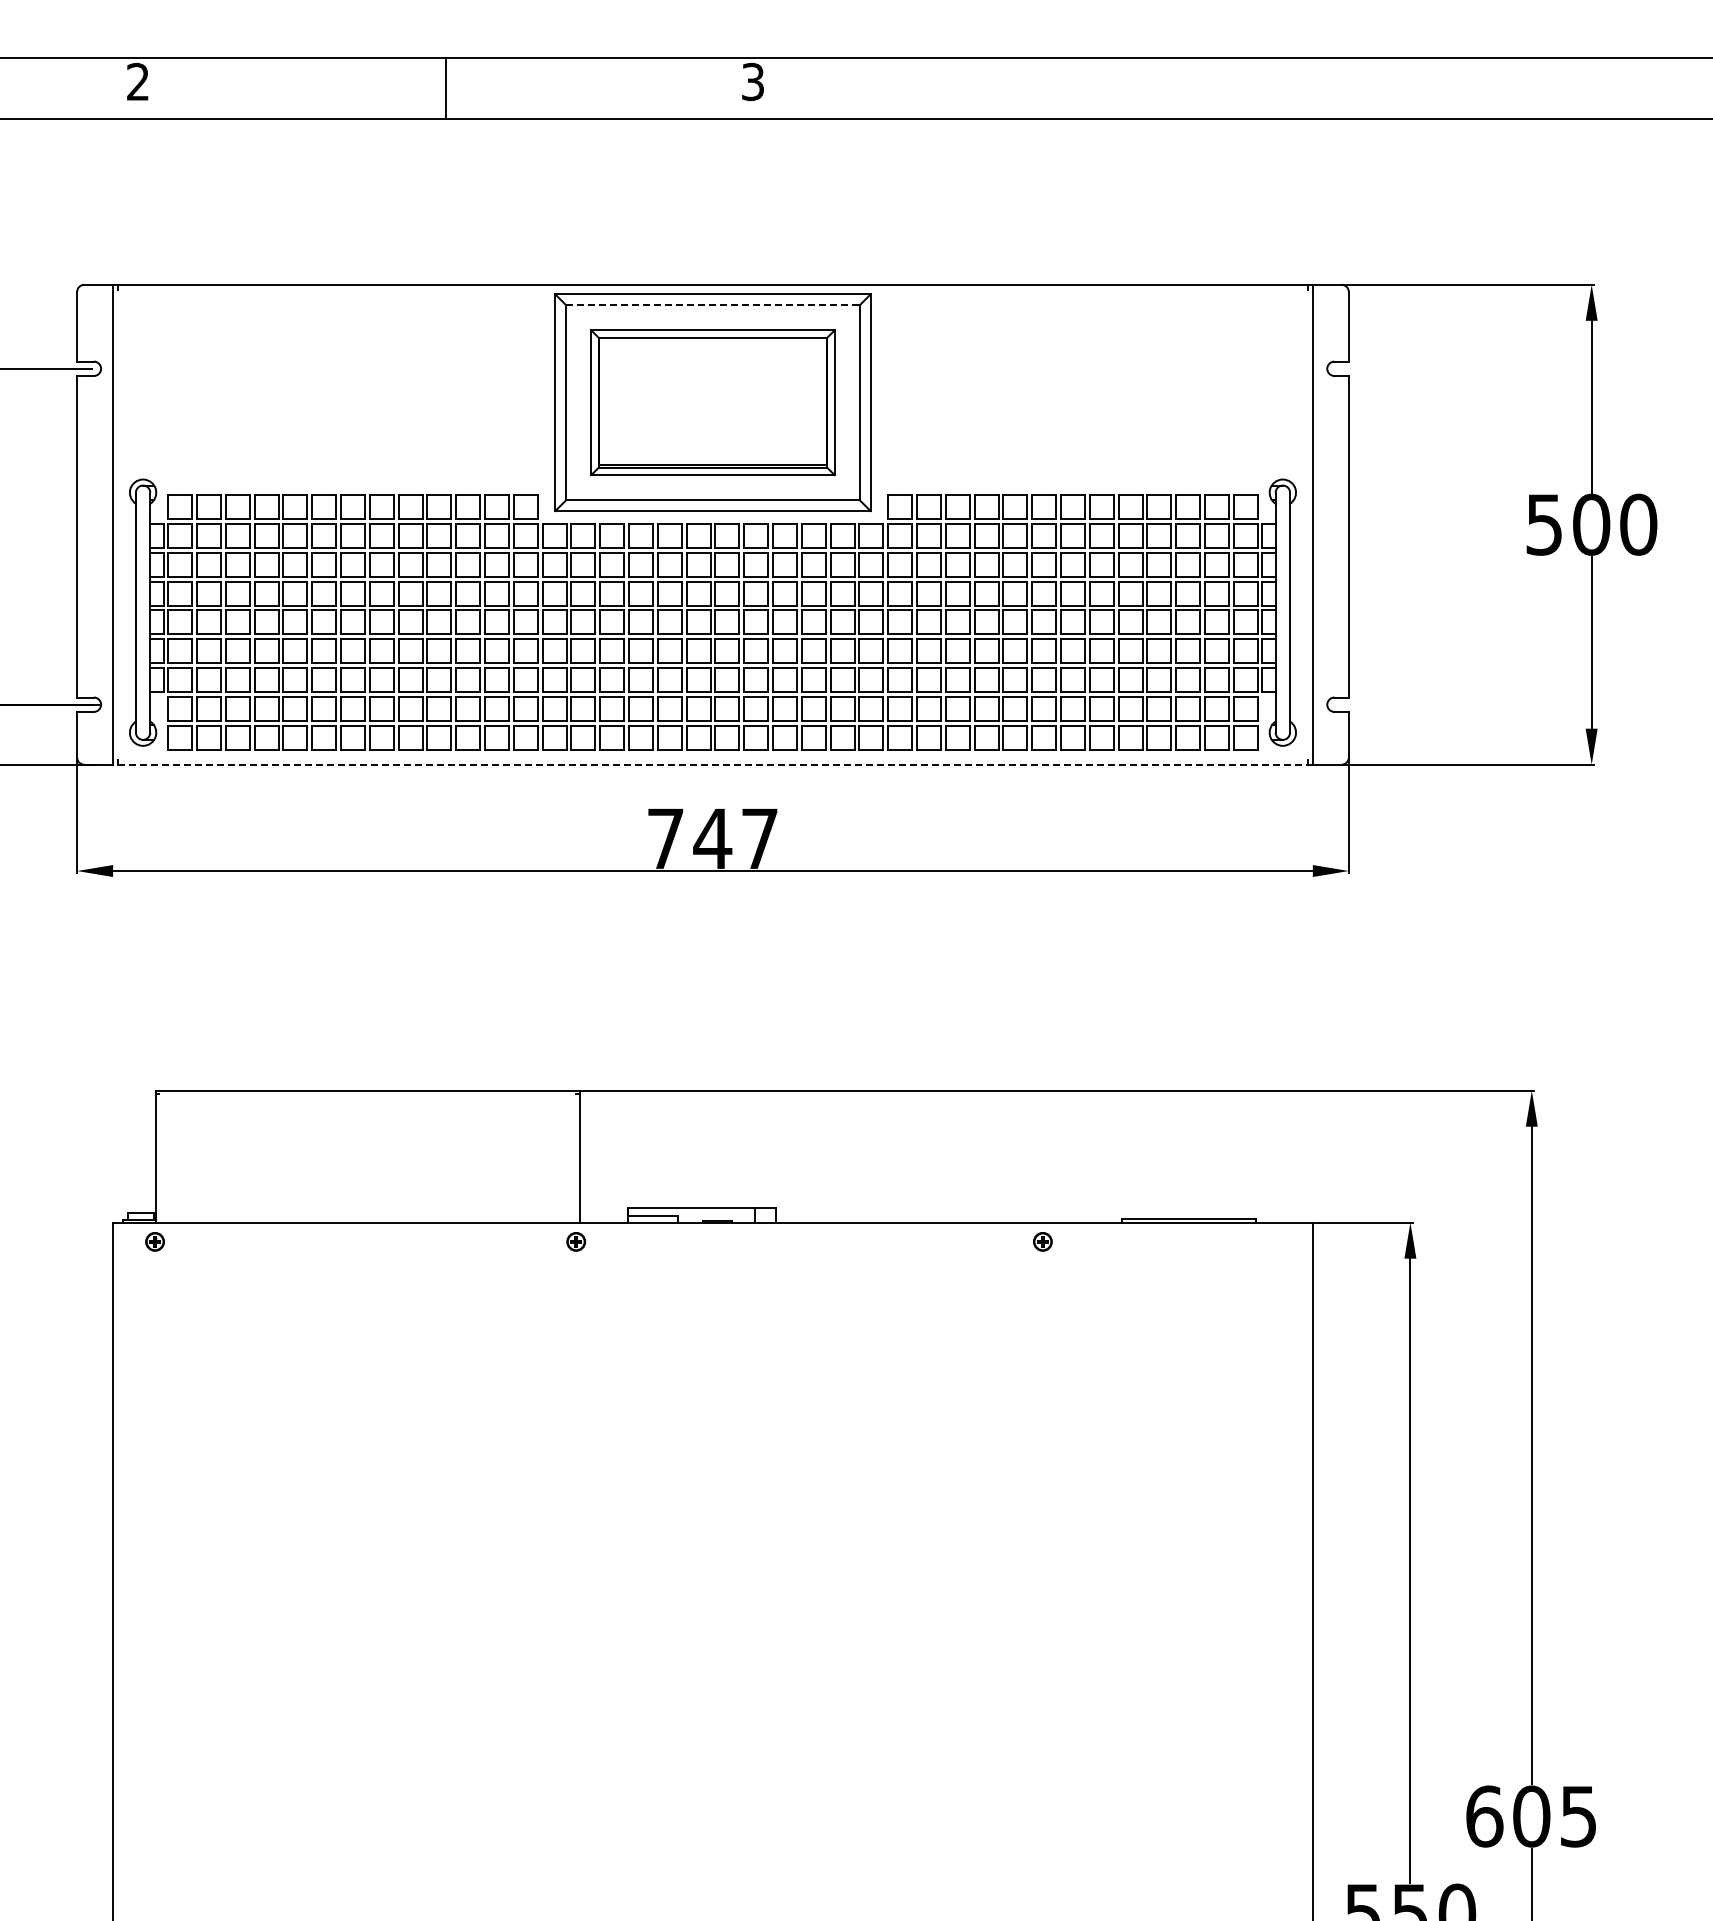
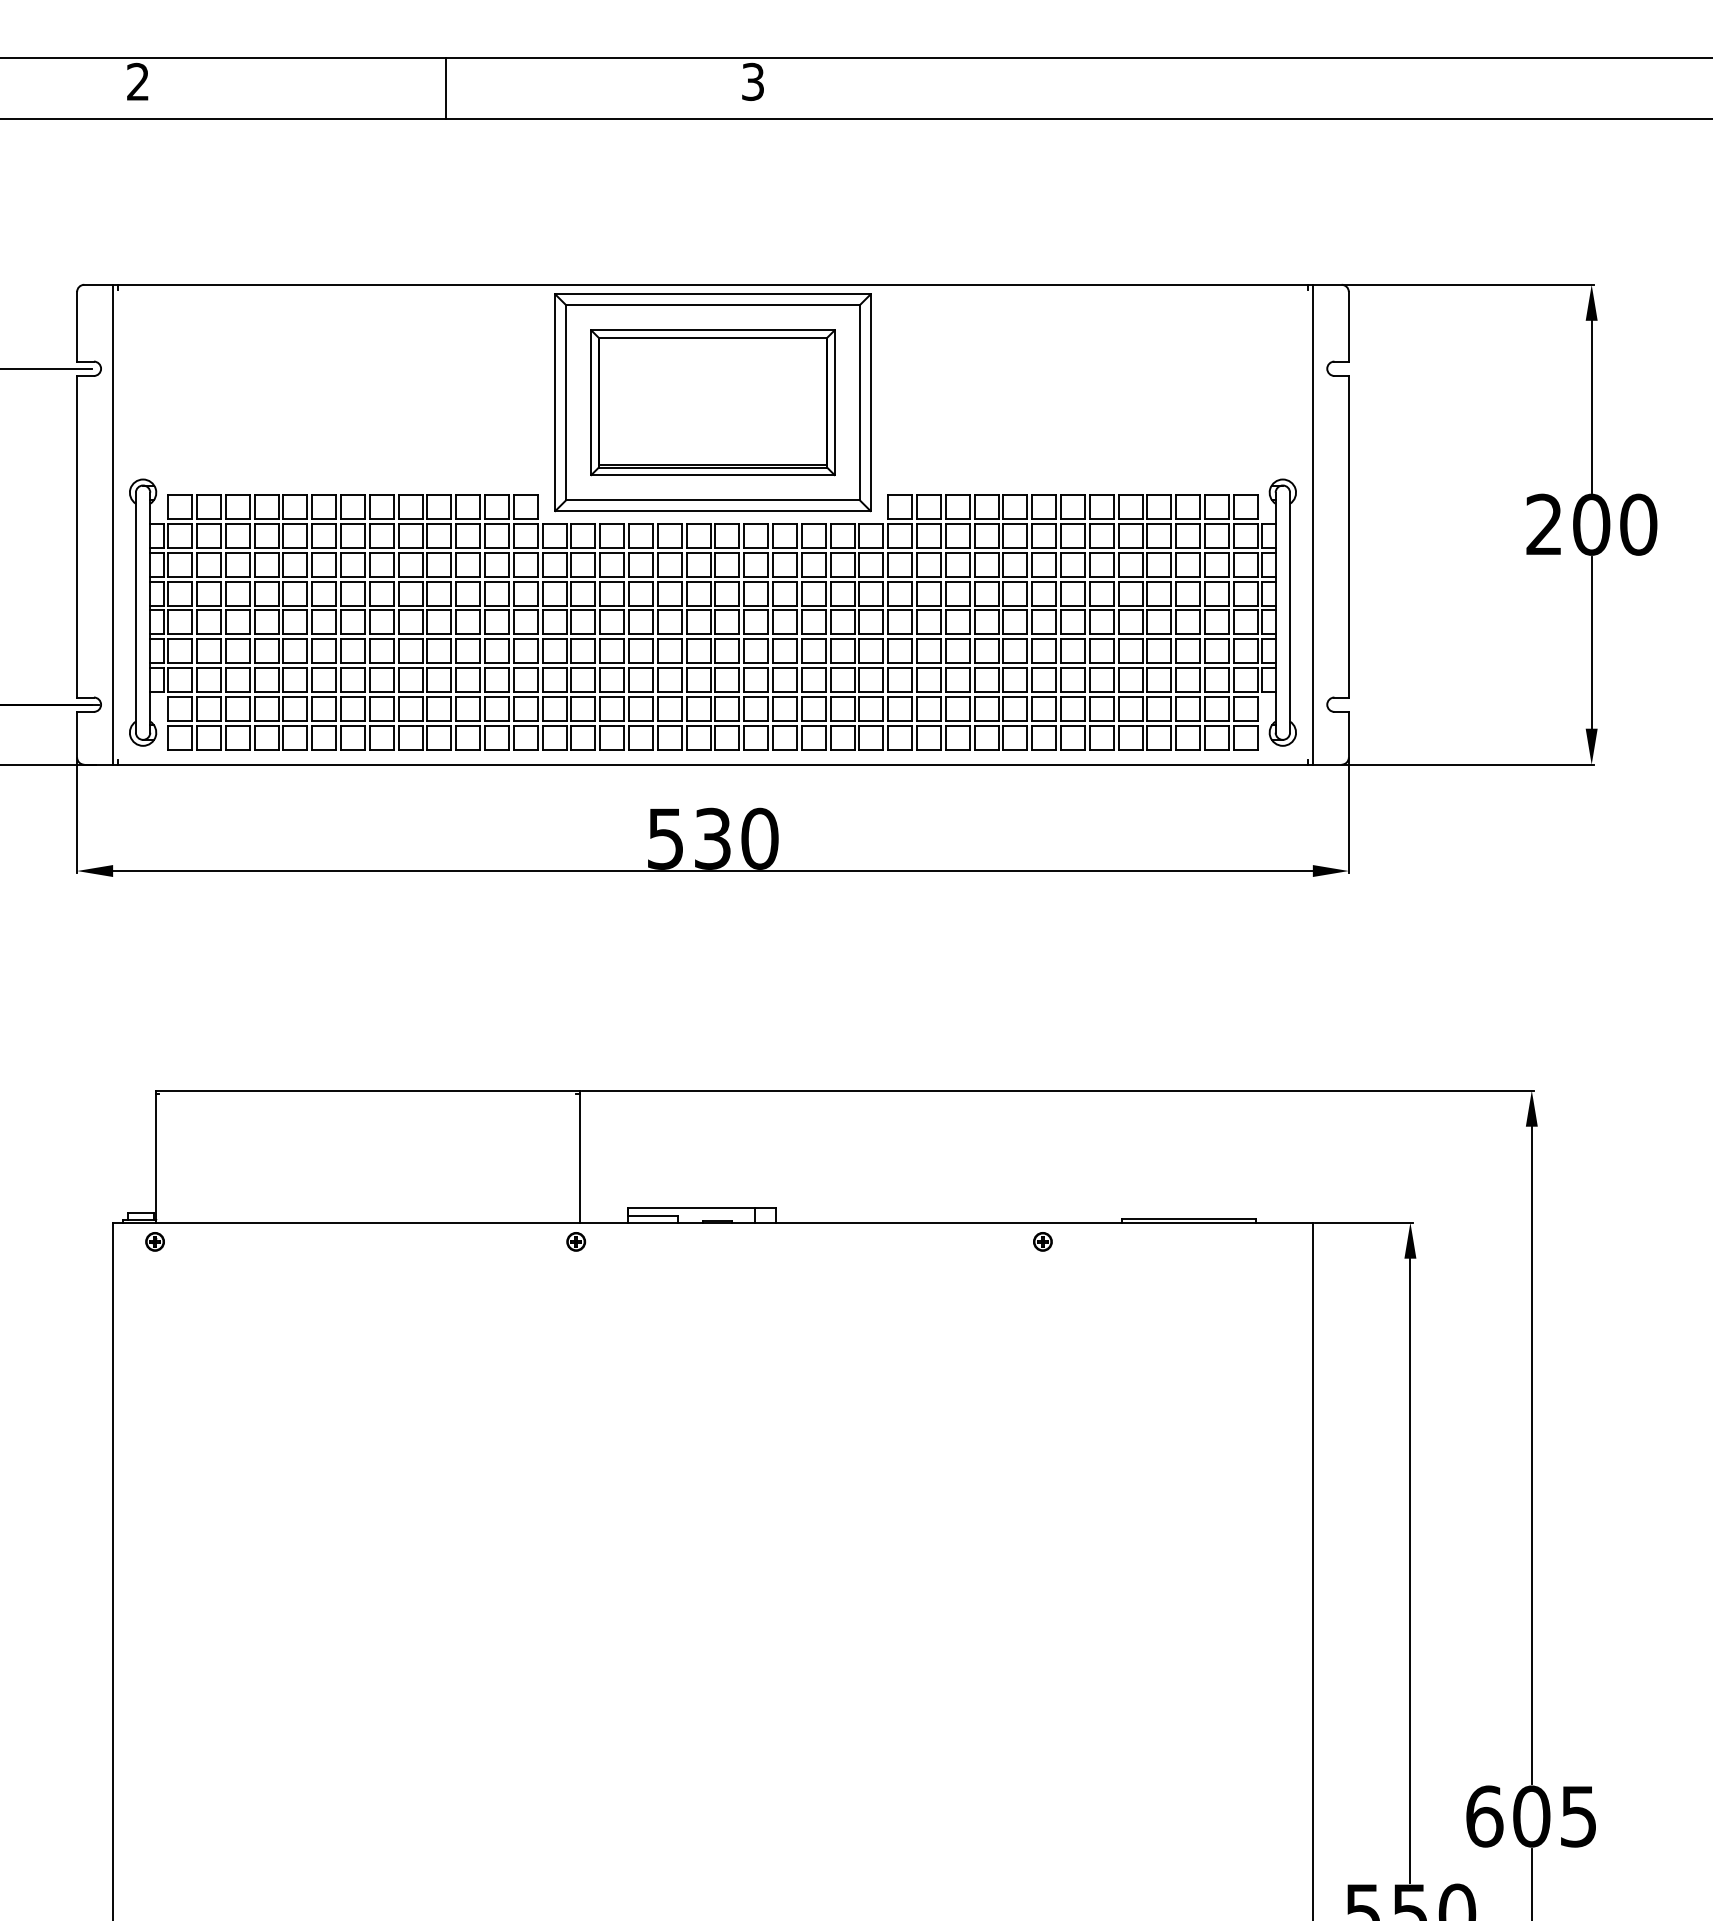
line at (712, 305): dashed -> solid
text at (1543, 524): 500 -> 200
line at (712, 764): dashed -> solid
text at (713, 838): 747 -> 530
